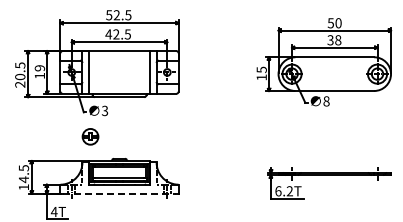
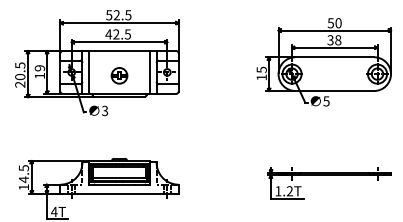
text at (326, 101): 8 -> 5
part at (90, 136) position: (90, 136) -> (119, 75)
text at (278, 191): 6.2T -> 1.2T
line at (119, 193): dashed -> solid
